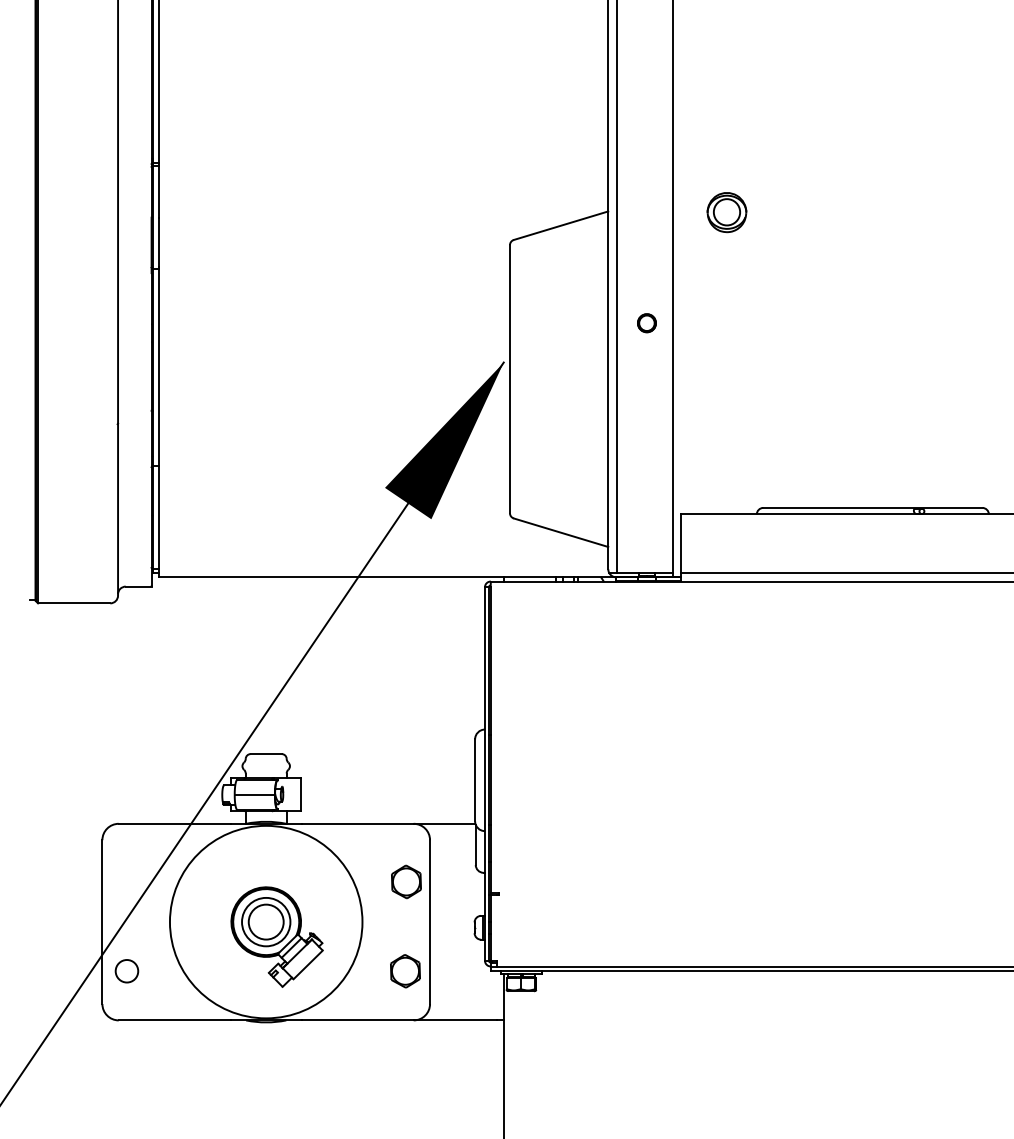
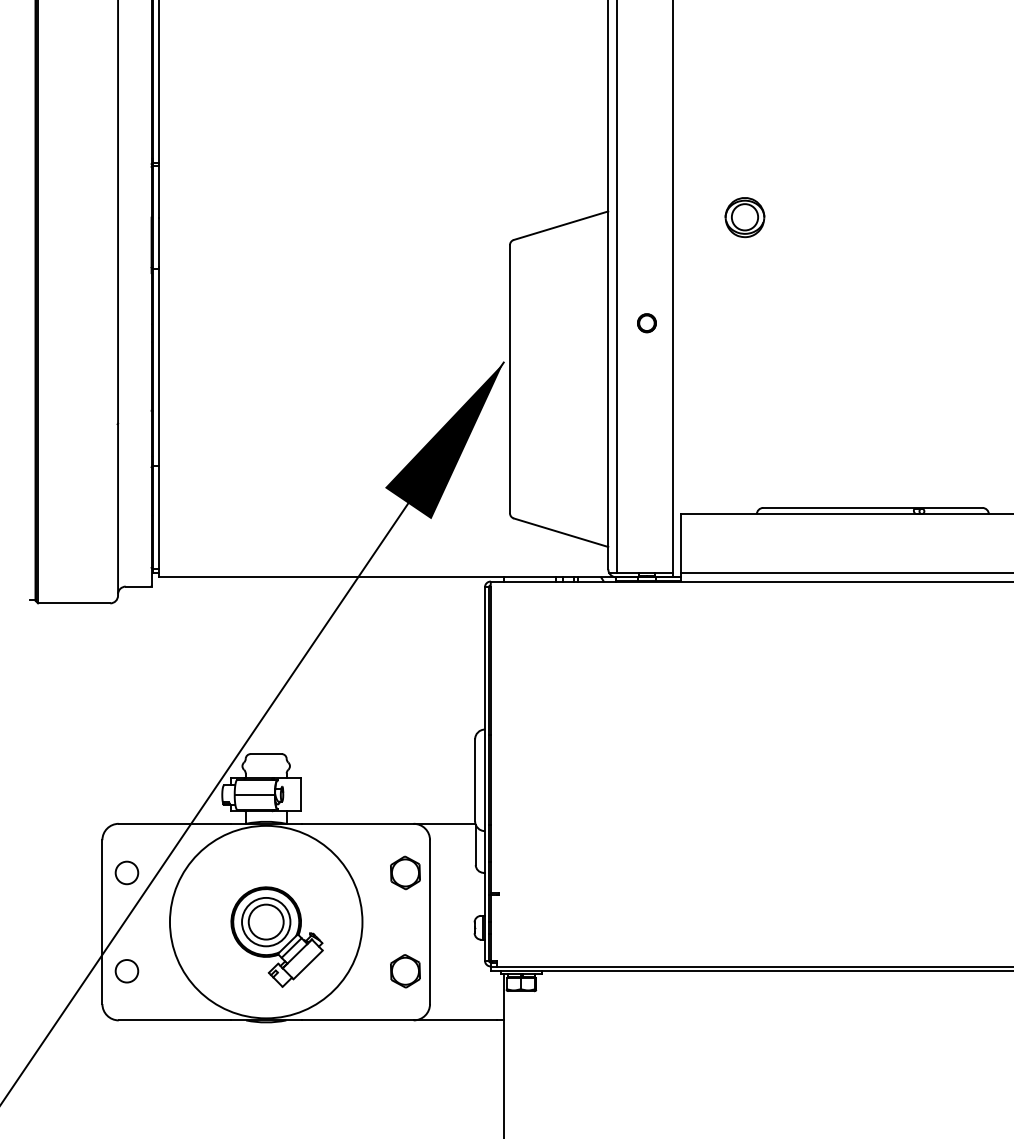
part at (726, 212) position: (726, 212) -> (744, 217)
circle at (126, 872): none -> present
part at (406, 881) position: (406, 881) -> (405, 872)
